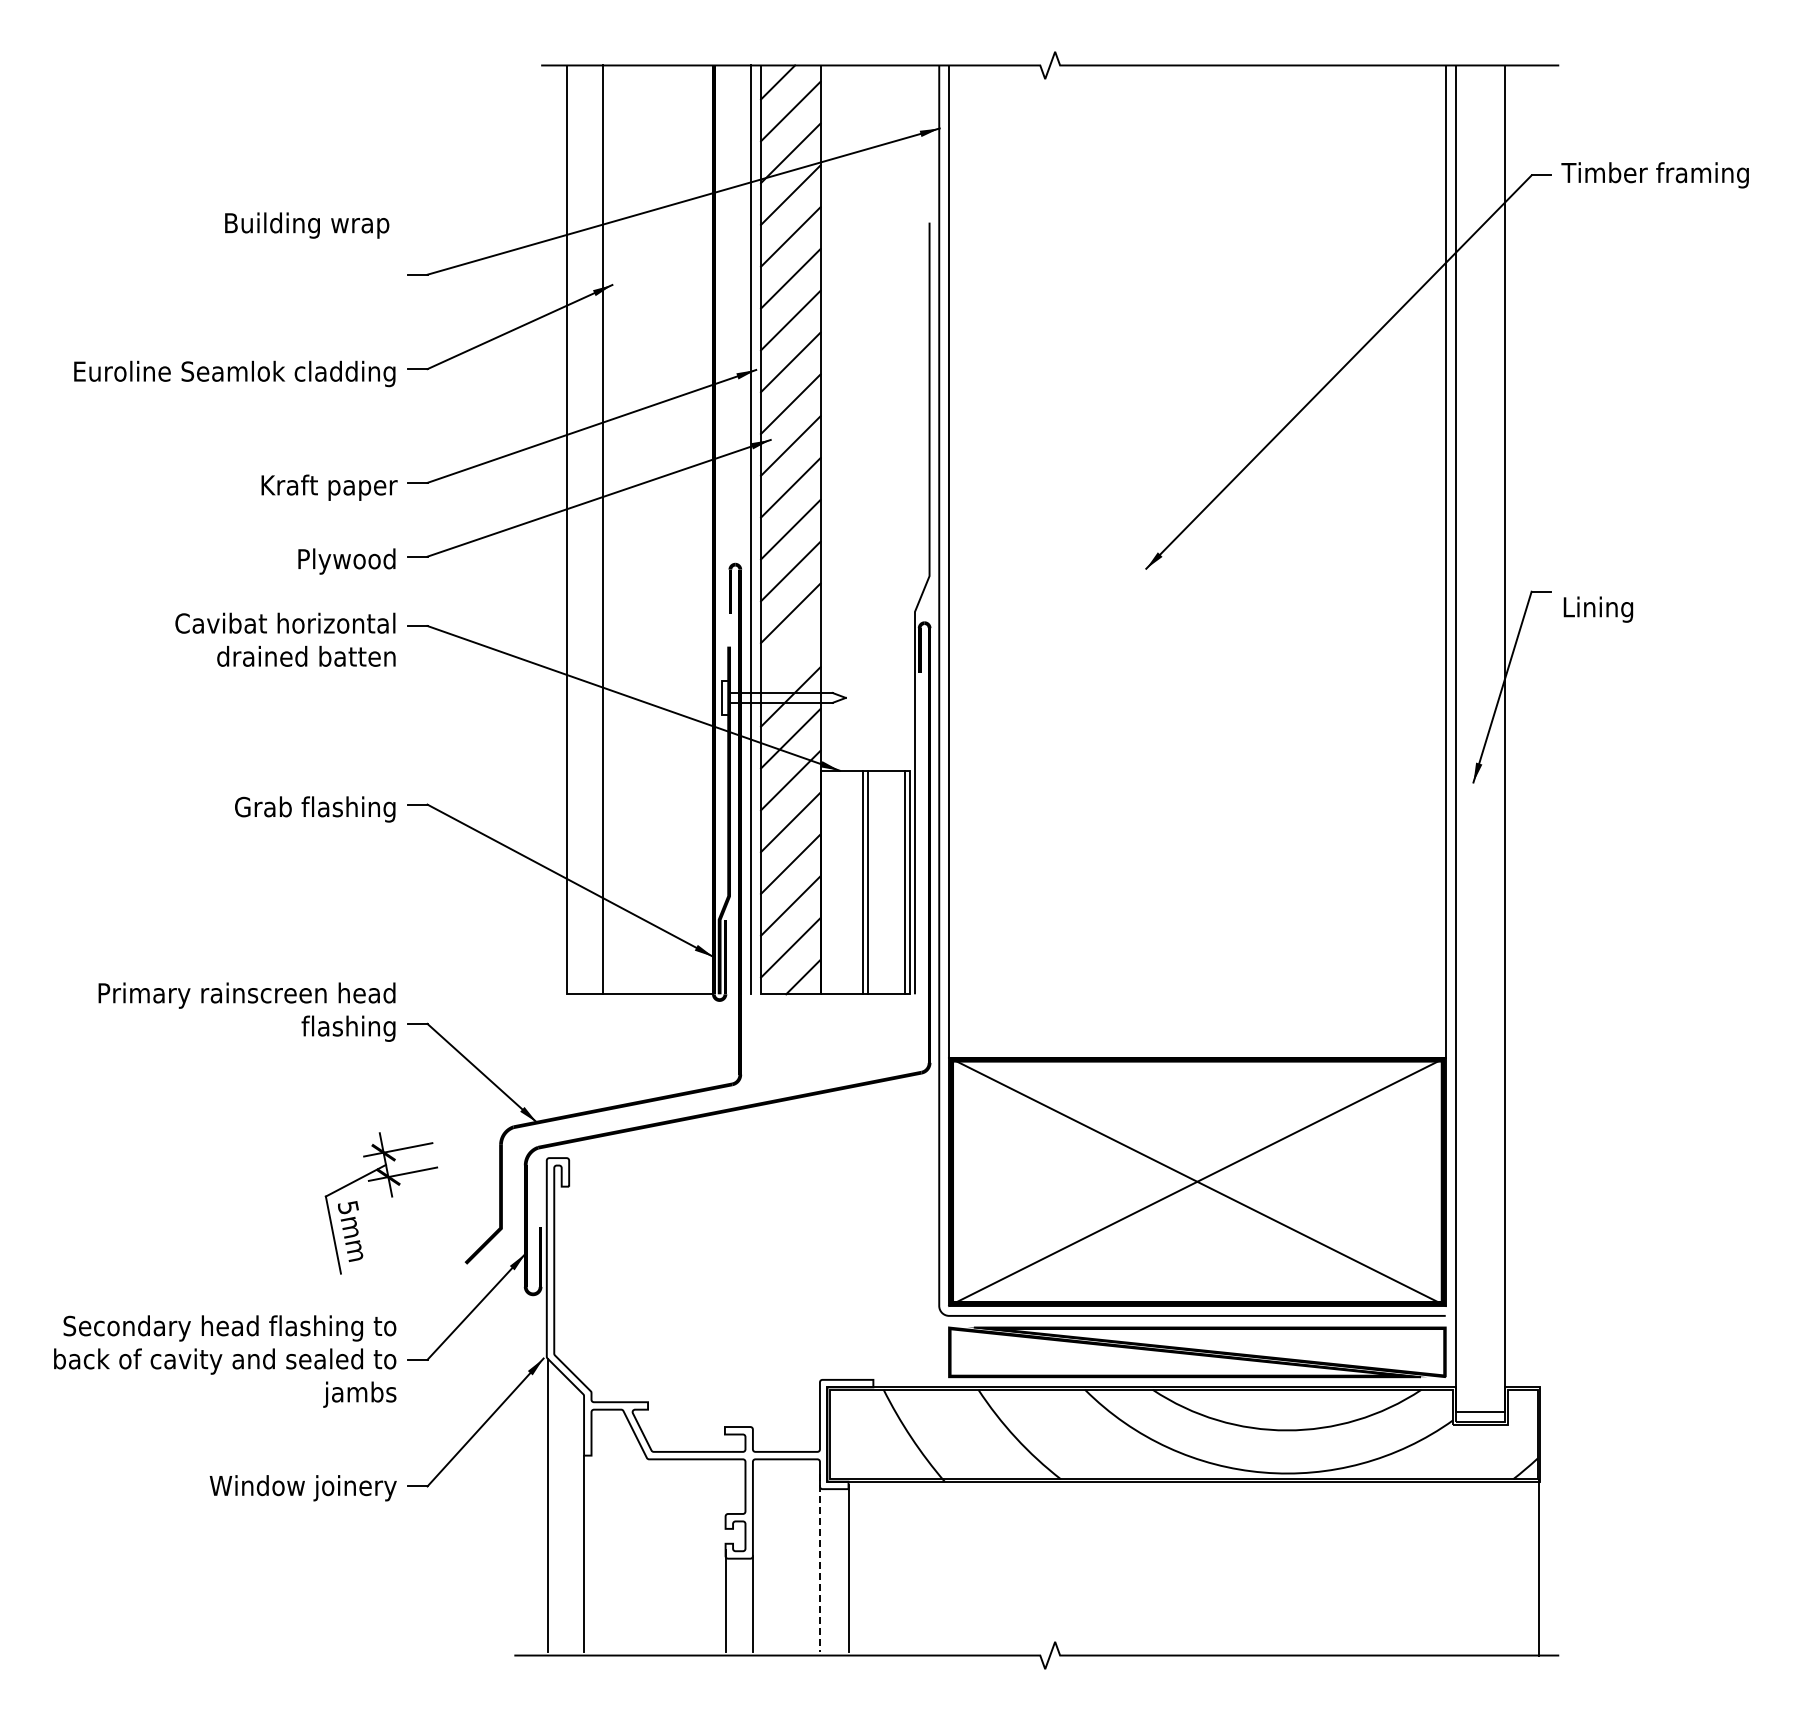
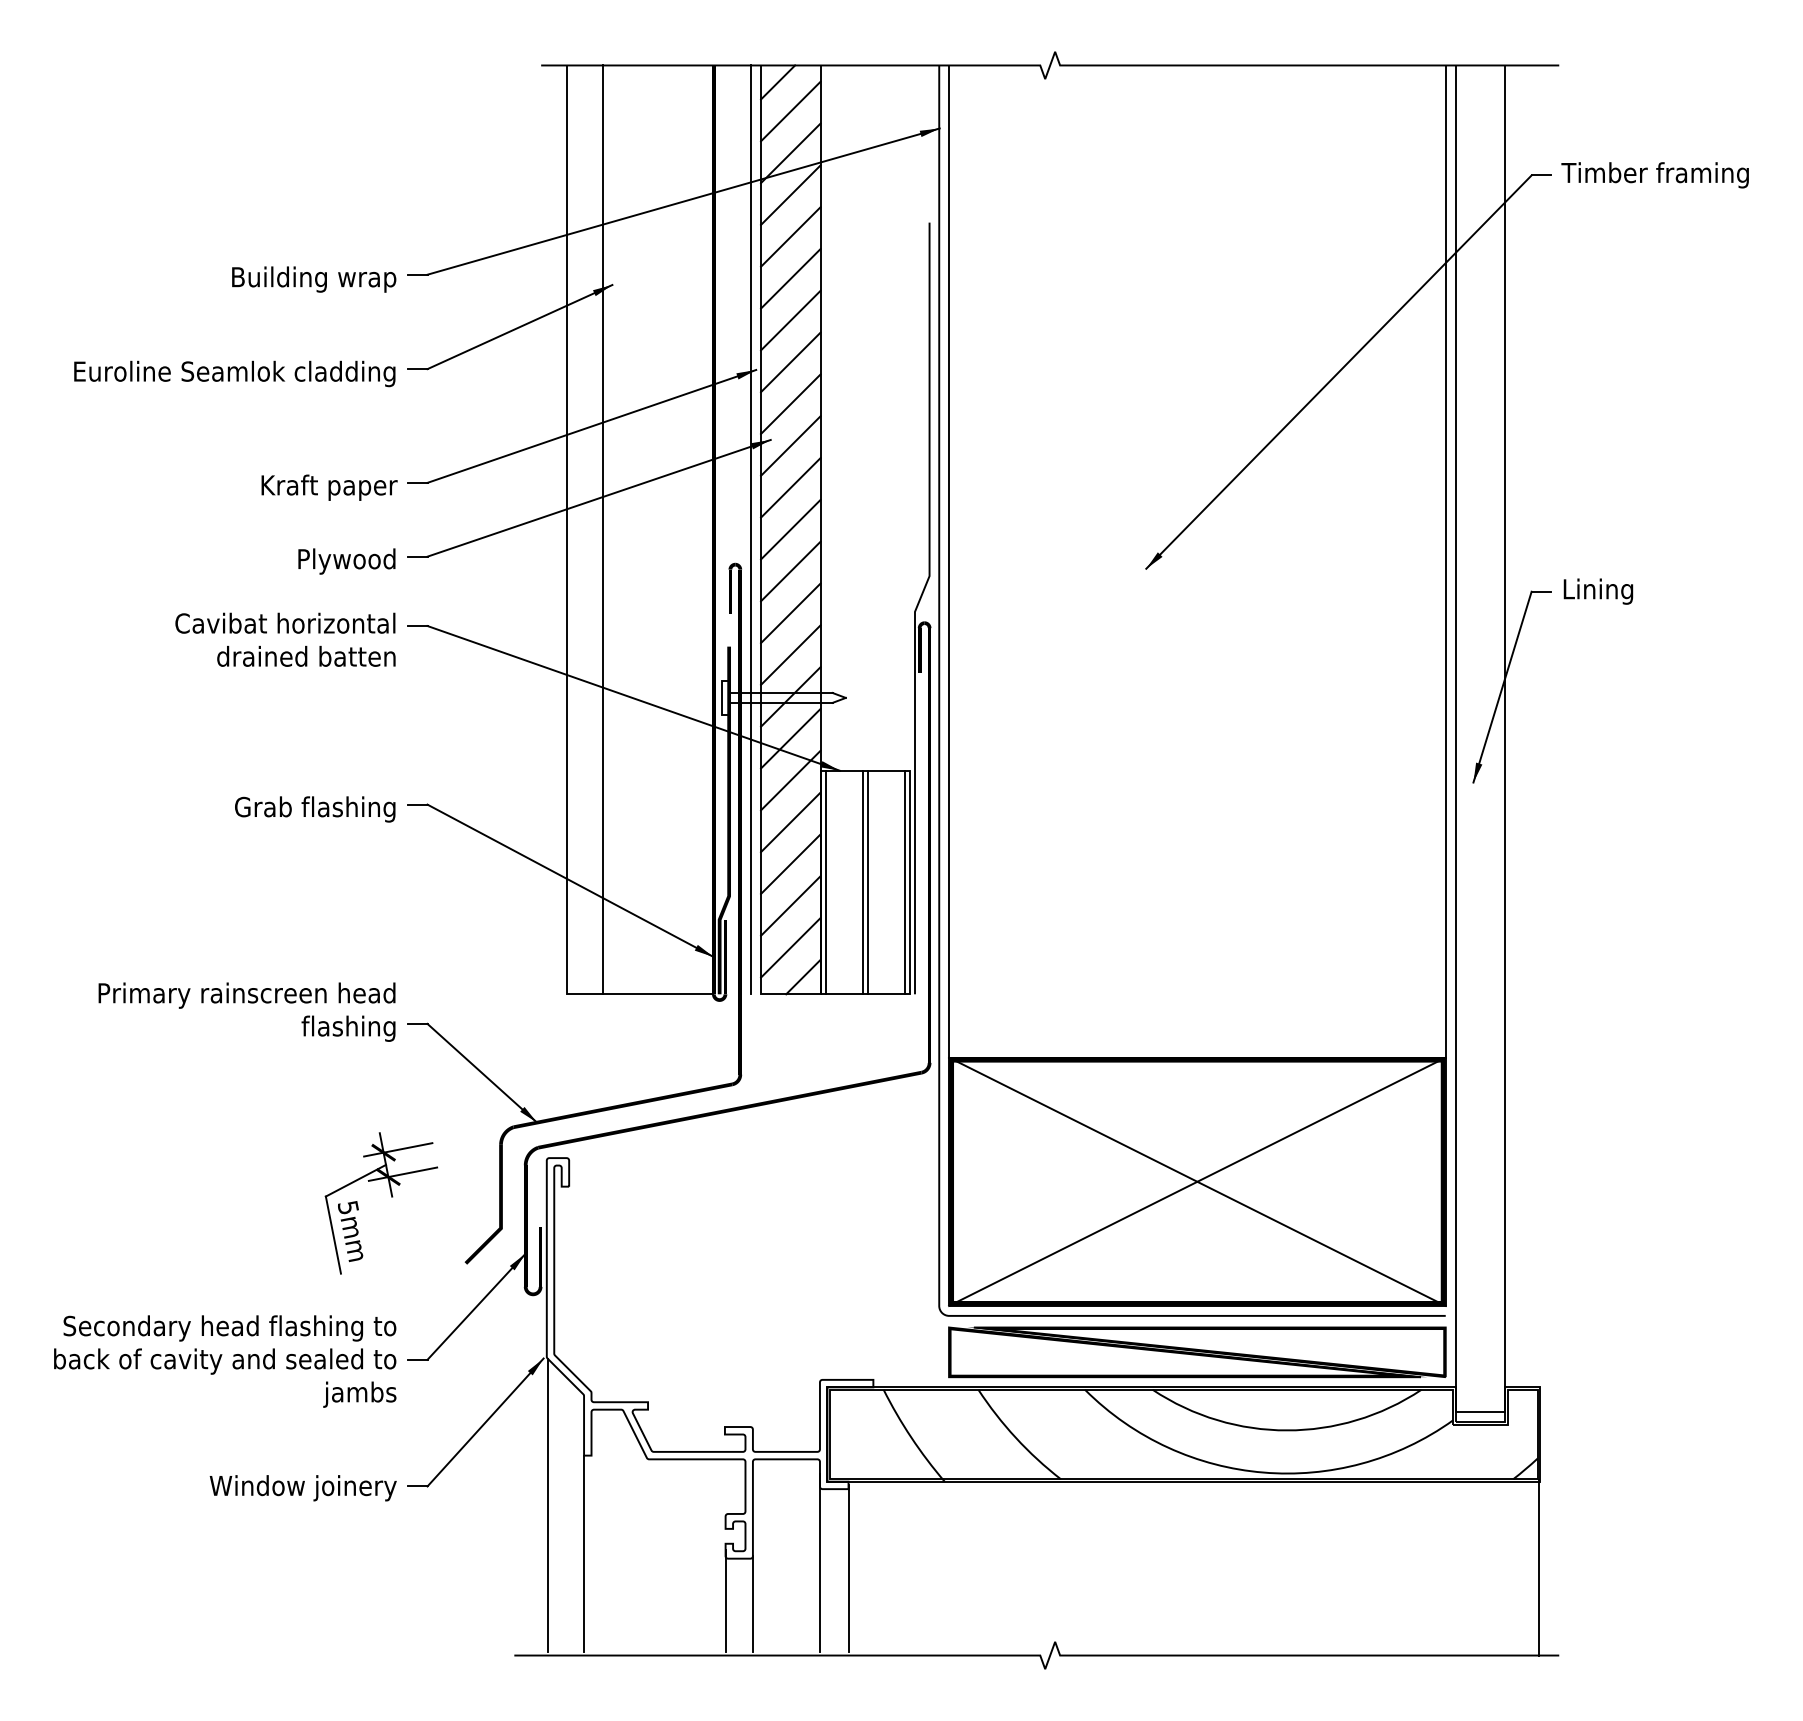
text at (307, 225) position: (307, 225) -> (314, 279)
text at (1598, 609) position: (1598, 609) -> (1598, 591)
line at (790, 654): none -> present
line at (825, 882): none -> present
line at (819, 1562): dashed -> solid
